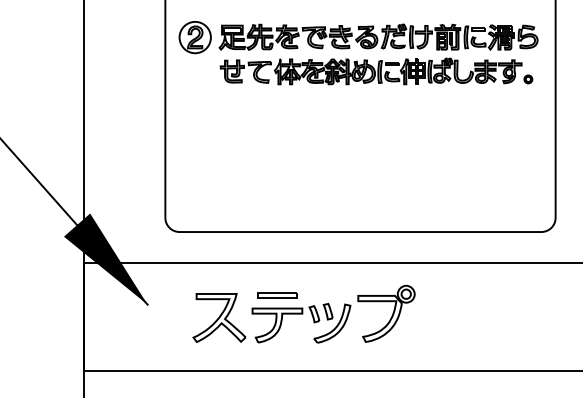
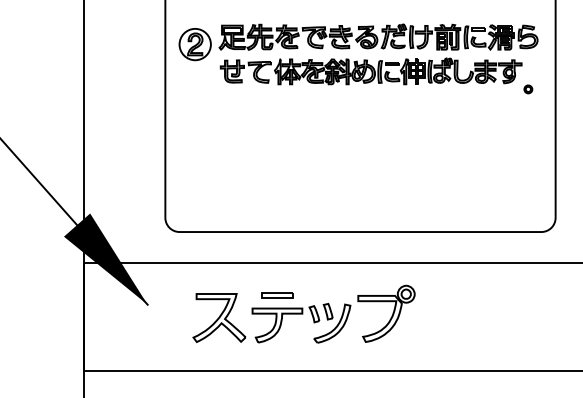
part at (194, 37) position: (194, 37) -> (194, 44)
part at (528, 79) position: (528, 79) -> (528, 89)
part at (277, 295) size: 41x7 px -> 33x7 px
